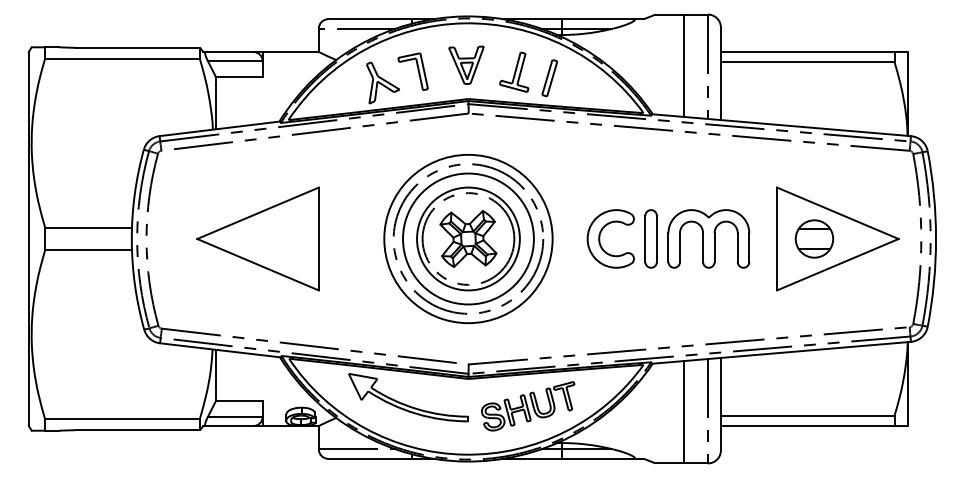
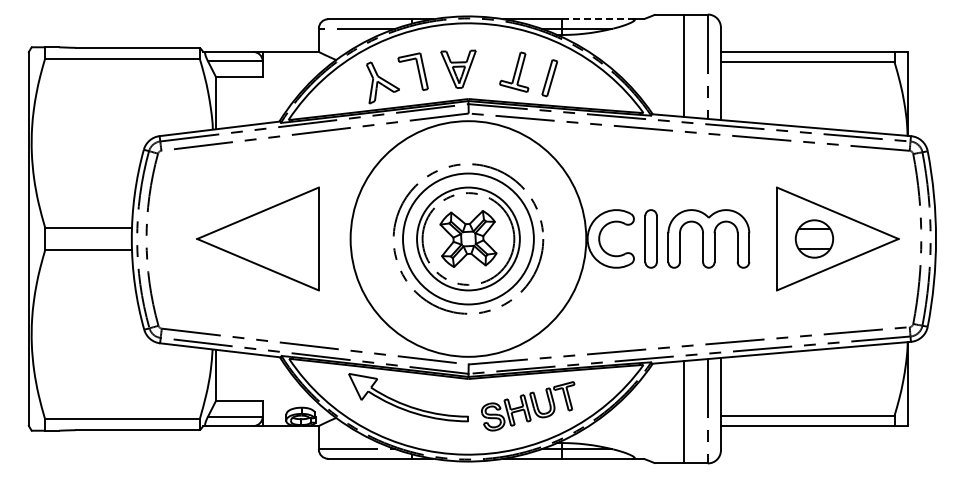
line at (597, 19): solid -> dashed
part at (466, 64) position: (466, 64) -> (458, 68)
circle at (468, 238) diameter: 168 px -> 236 px
